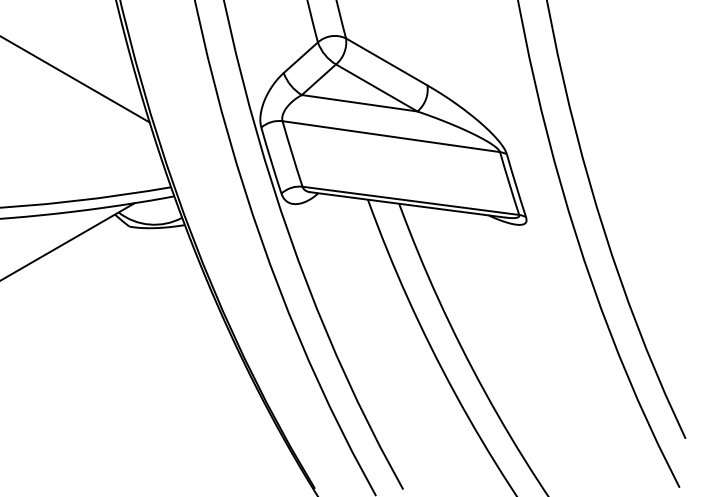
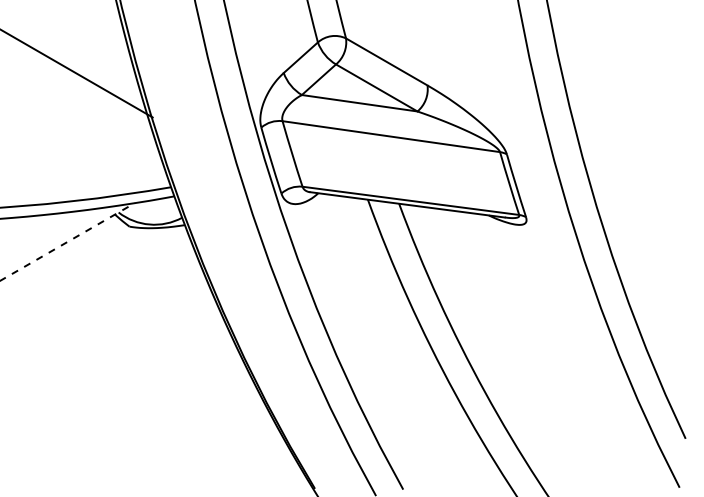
line at (75, 79) position: (75, 79) -> (77, 73)
line at (67, 242): solid -> dashed
